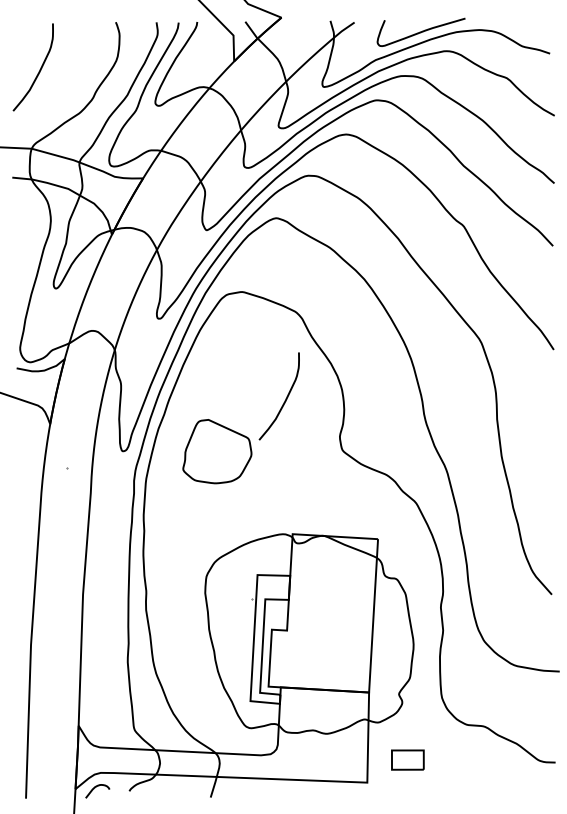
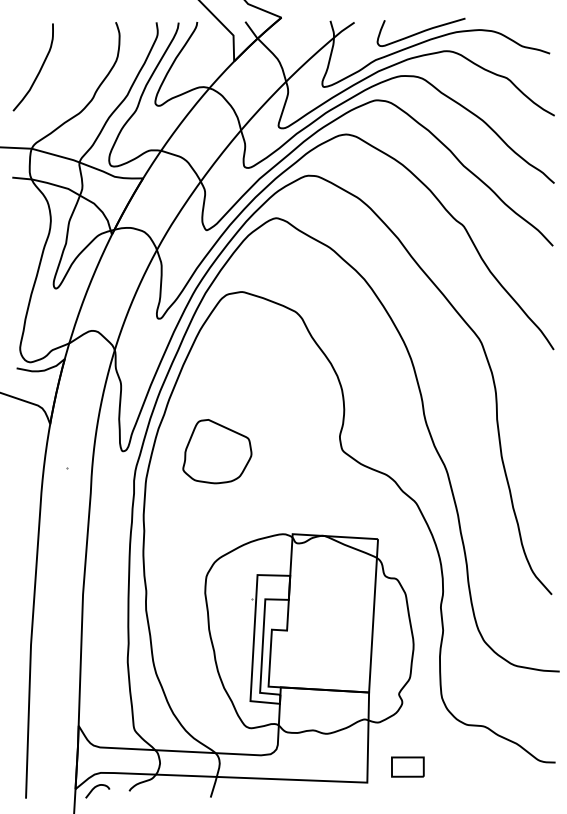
curve at (284, 400): present -> none
part at (407, 759) position: (407, 759) -> (407, 766)
